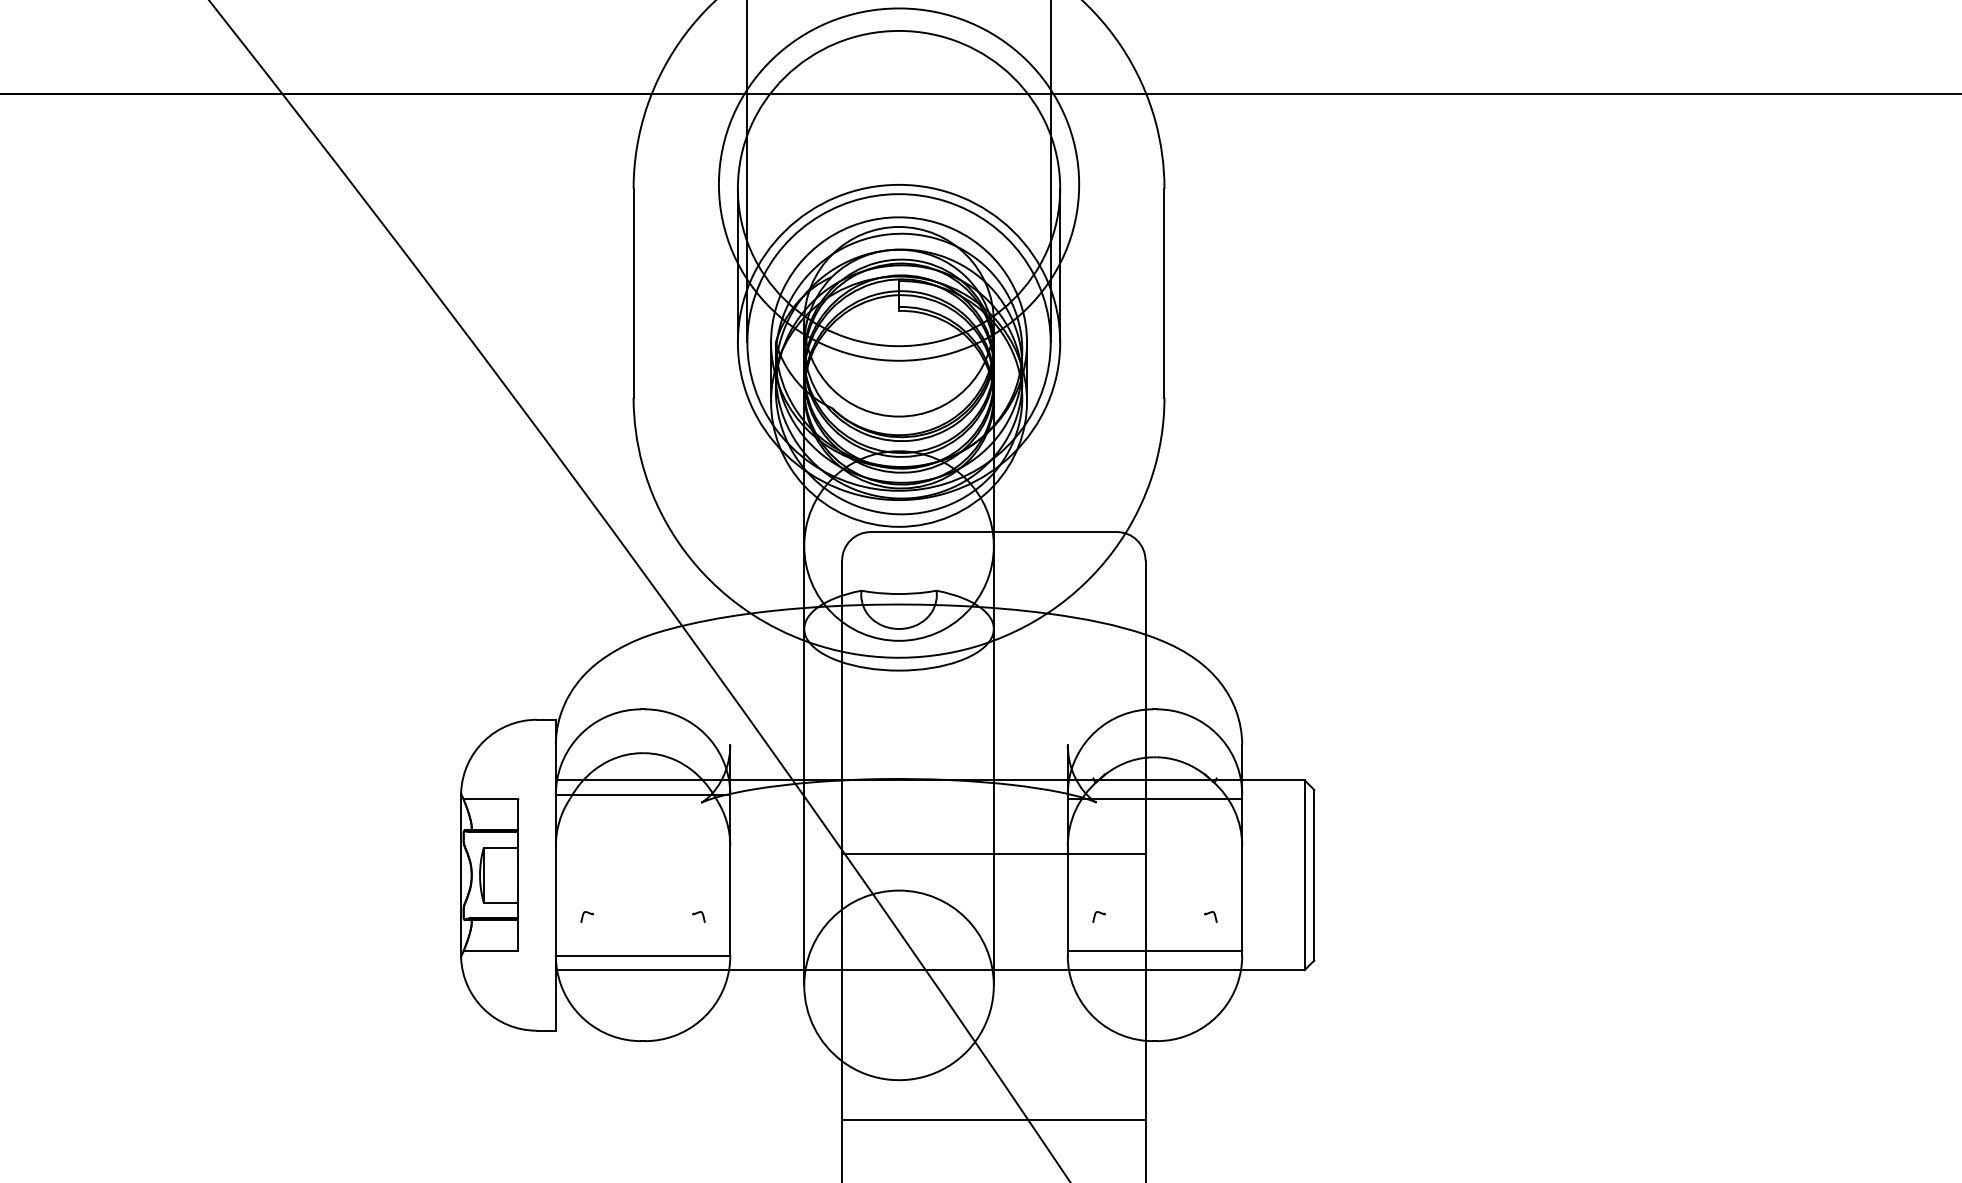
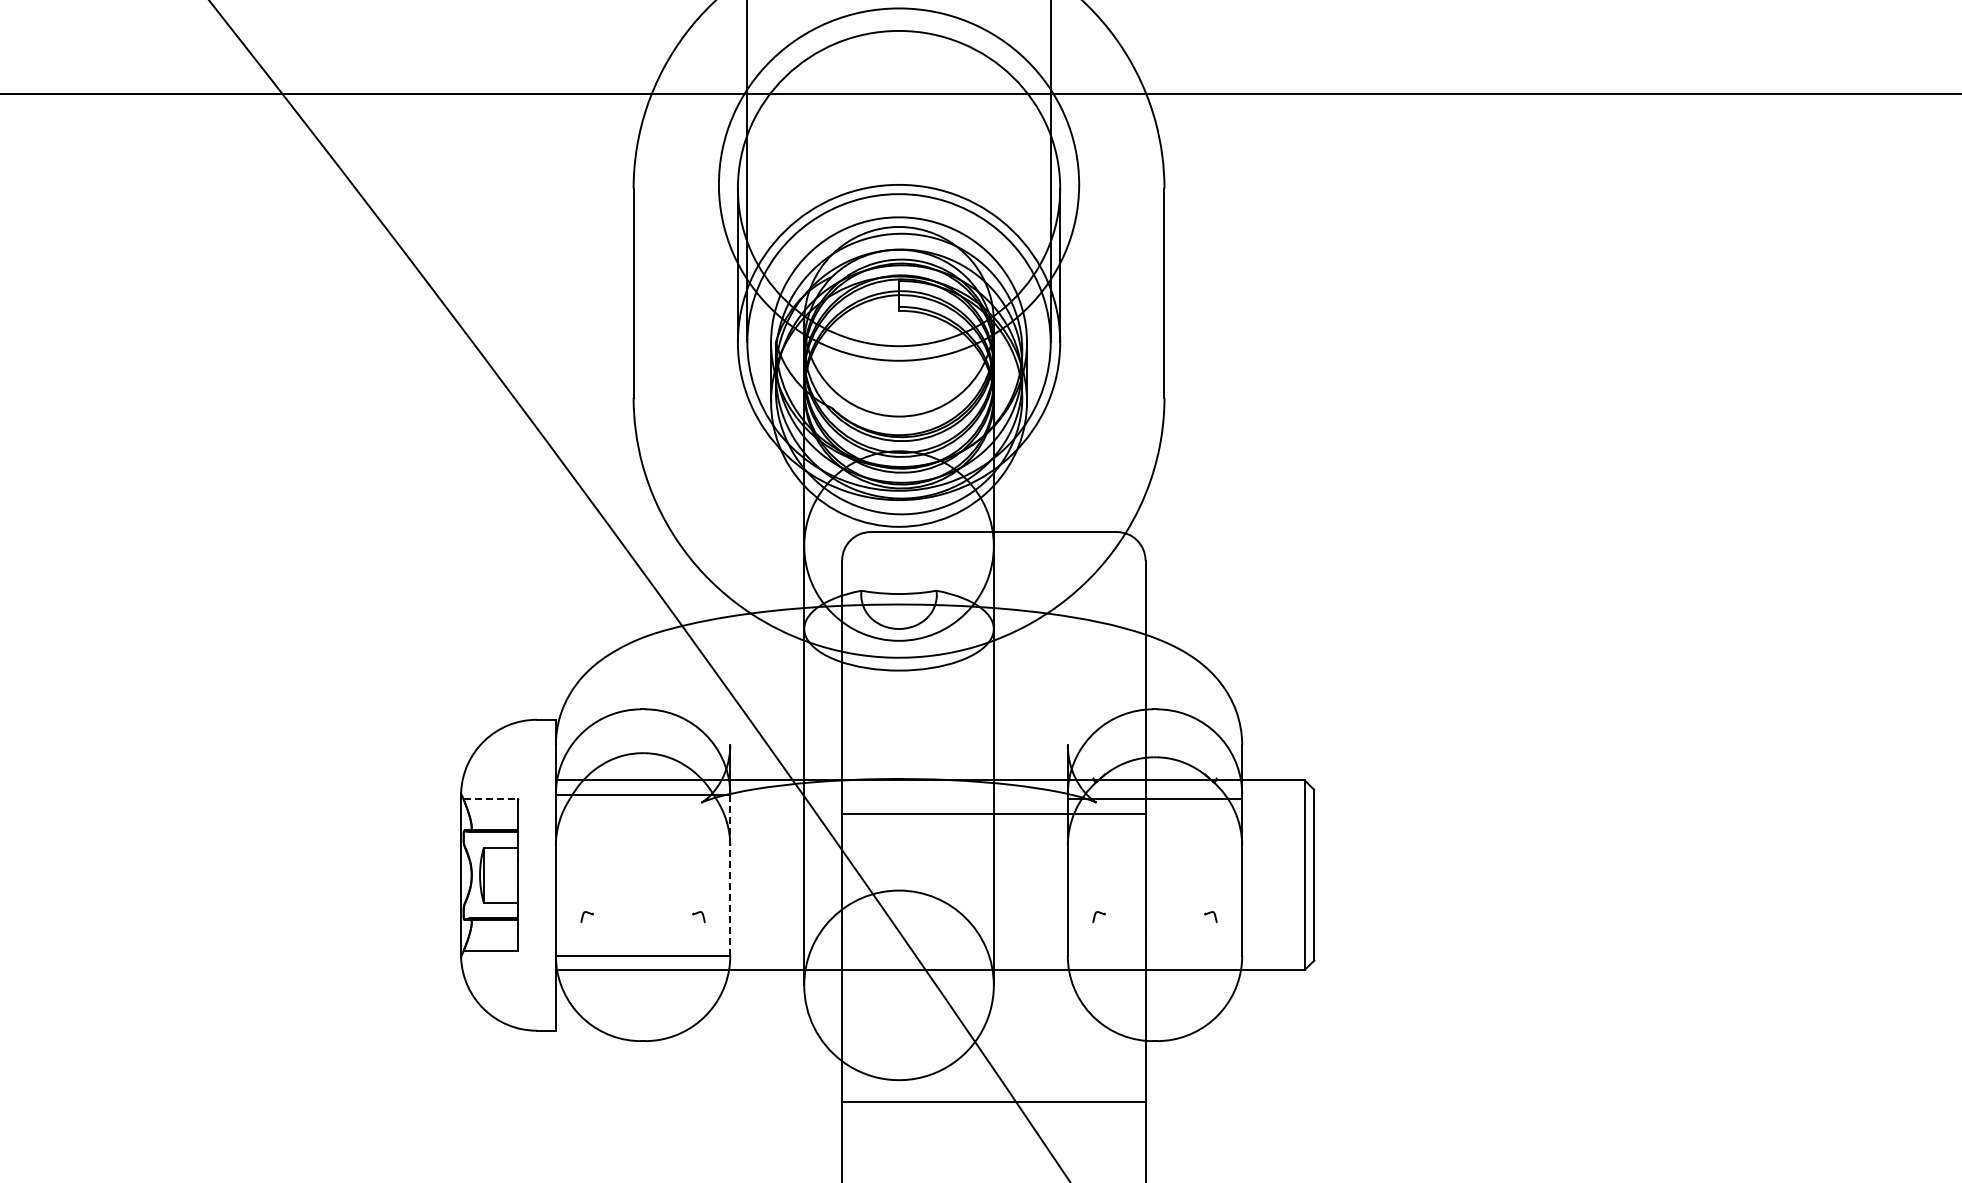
line at (491, 799): solid -> dashed
line at (993, 854) position: (993, 854) -> (993, 814)
line at (730, 875): solid -> dashed
line at (1154, 951): present -> none
line at (993, 1119) position: (993, 1119) -> (993, 1101)
